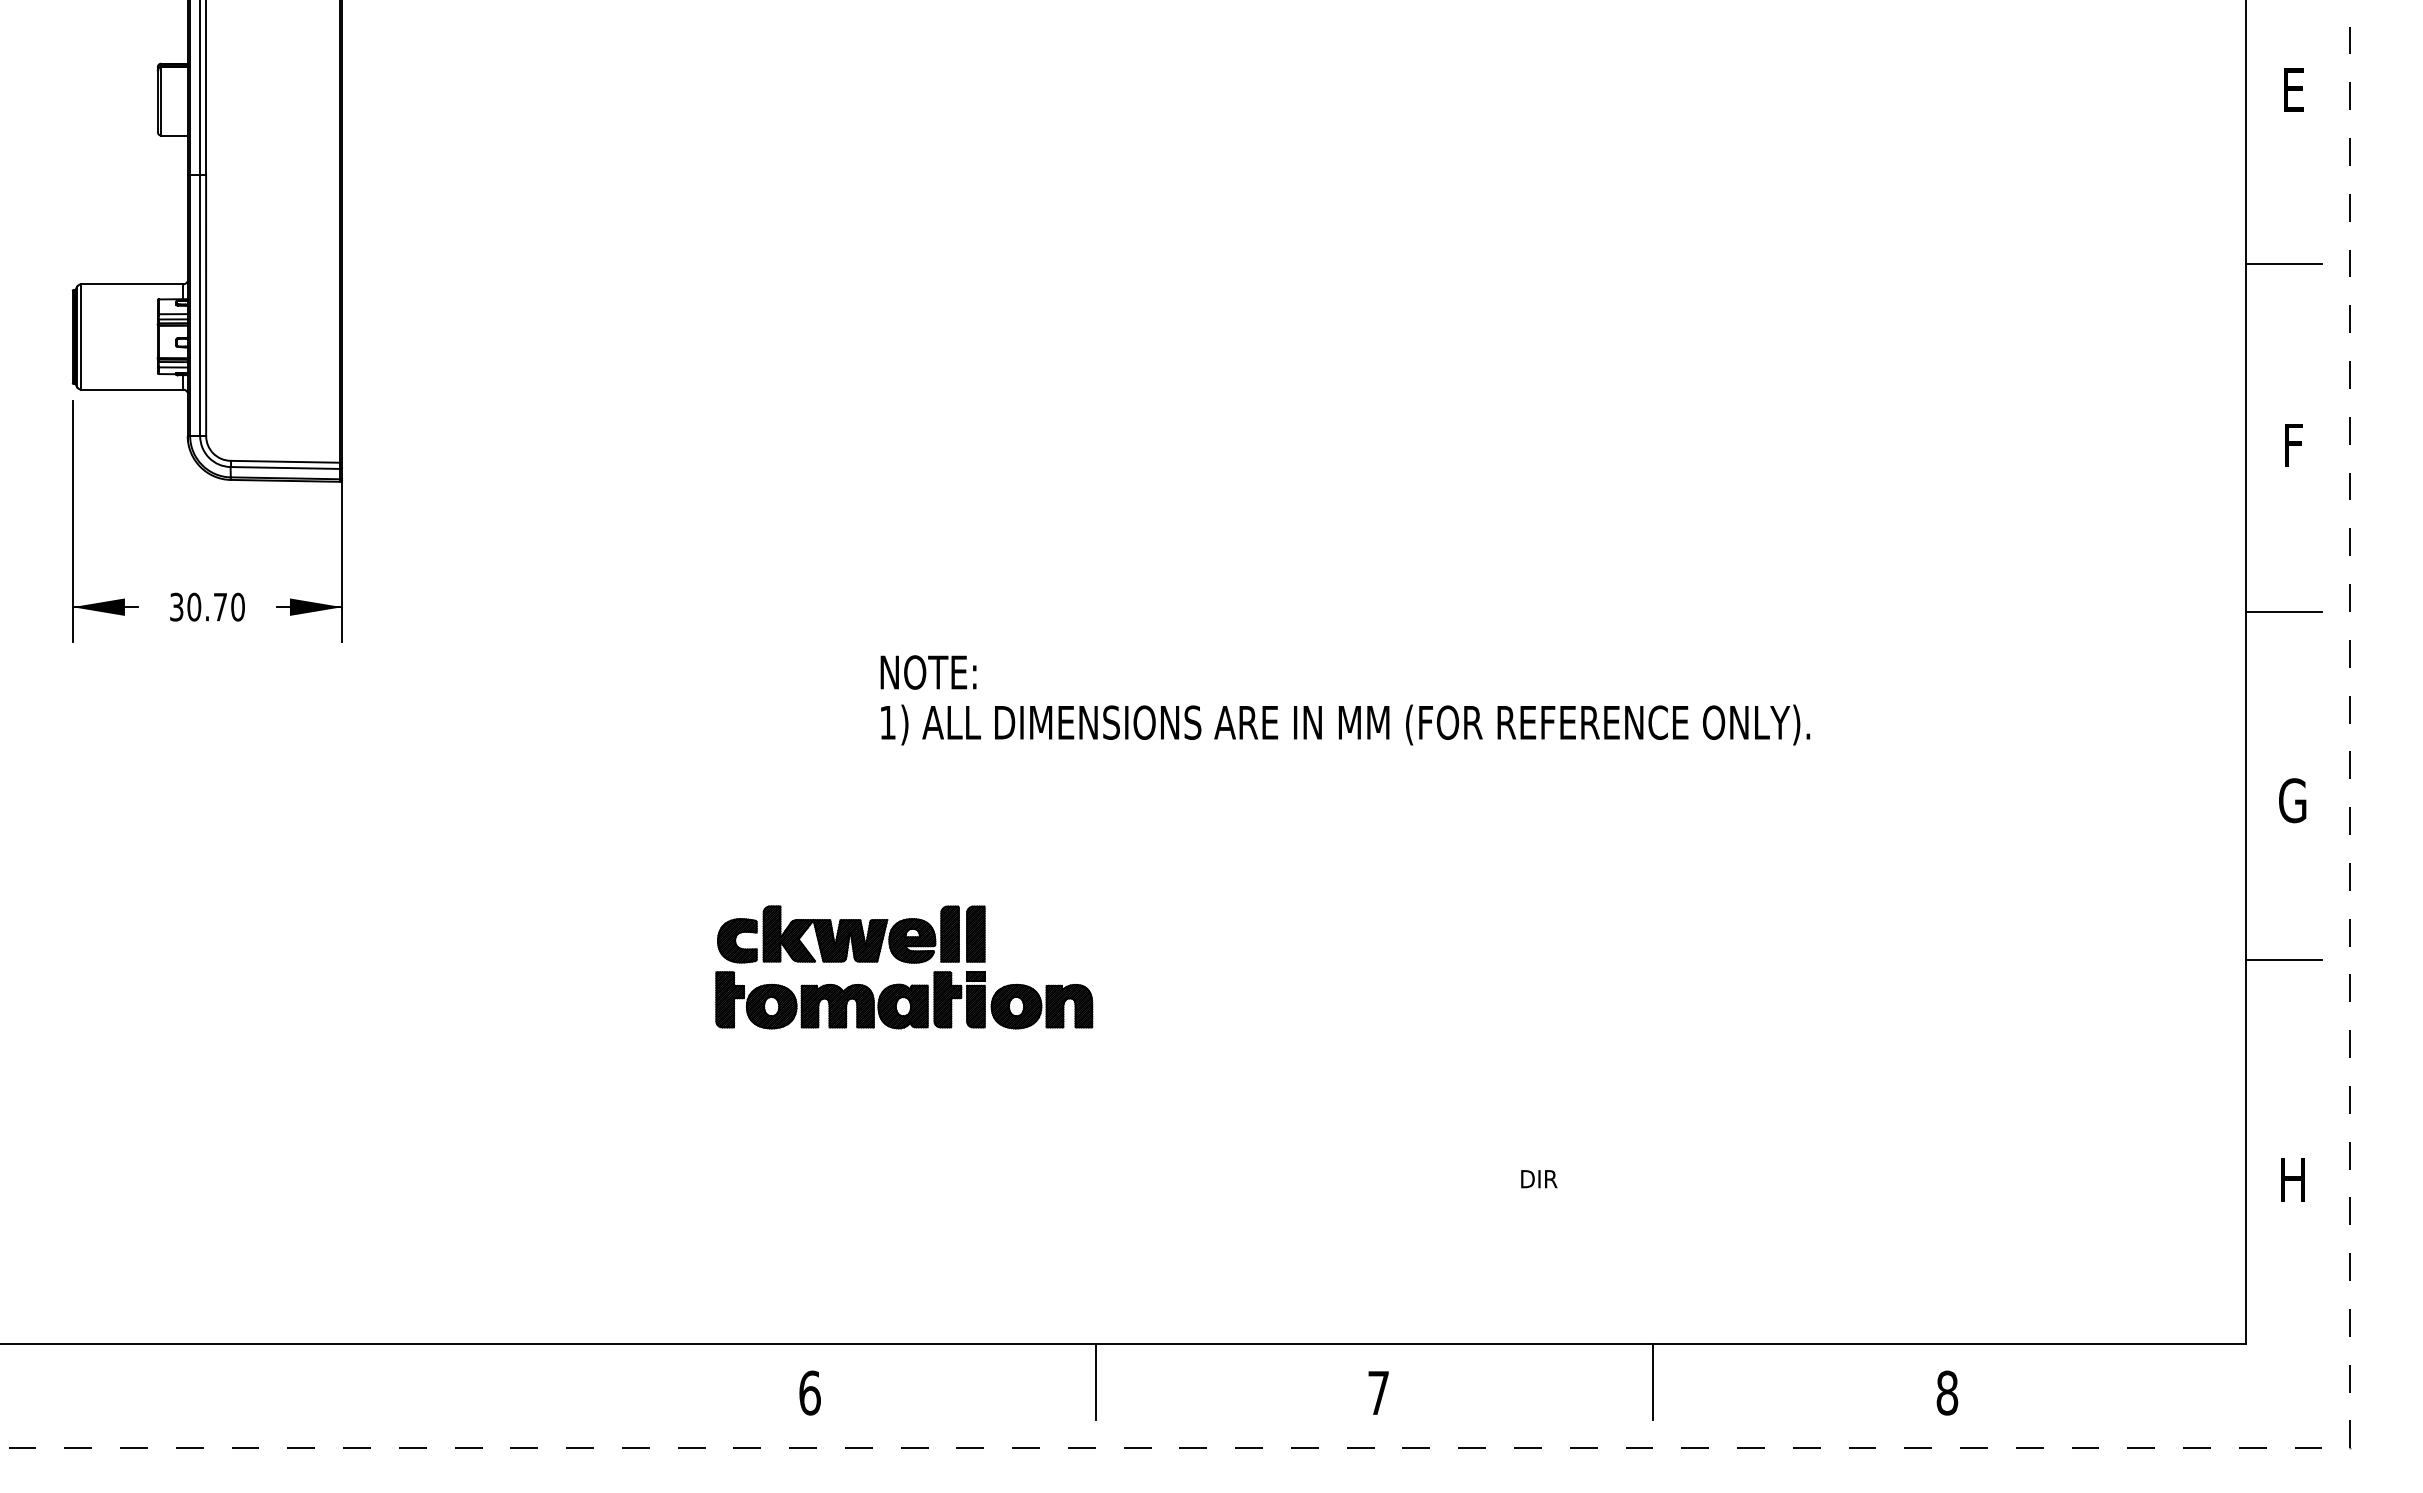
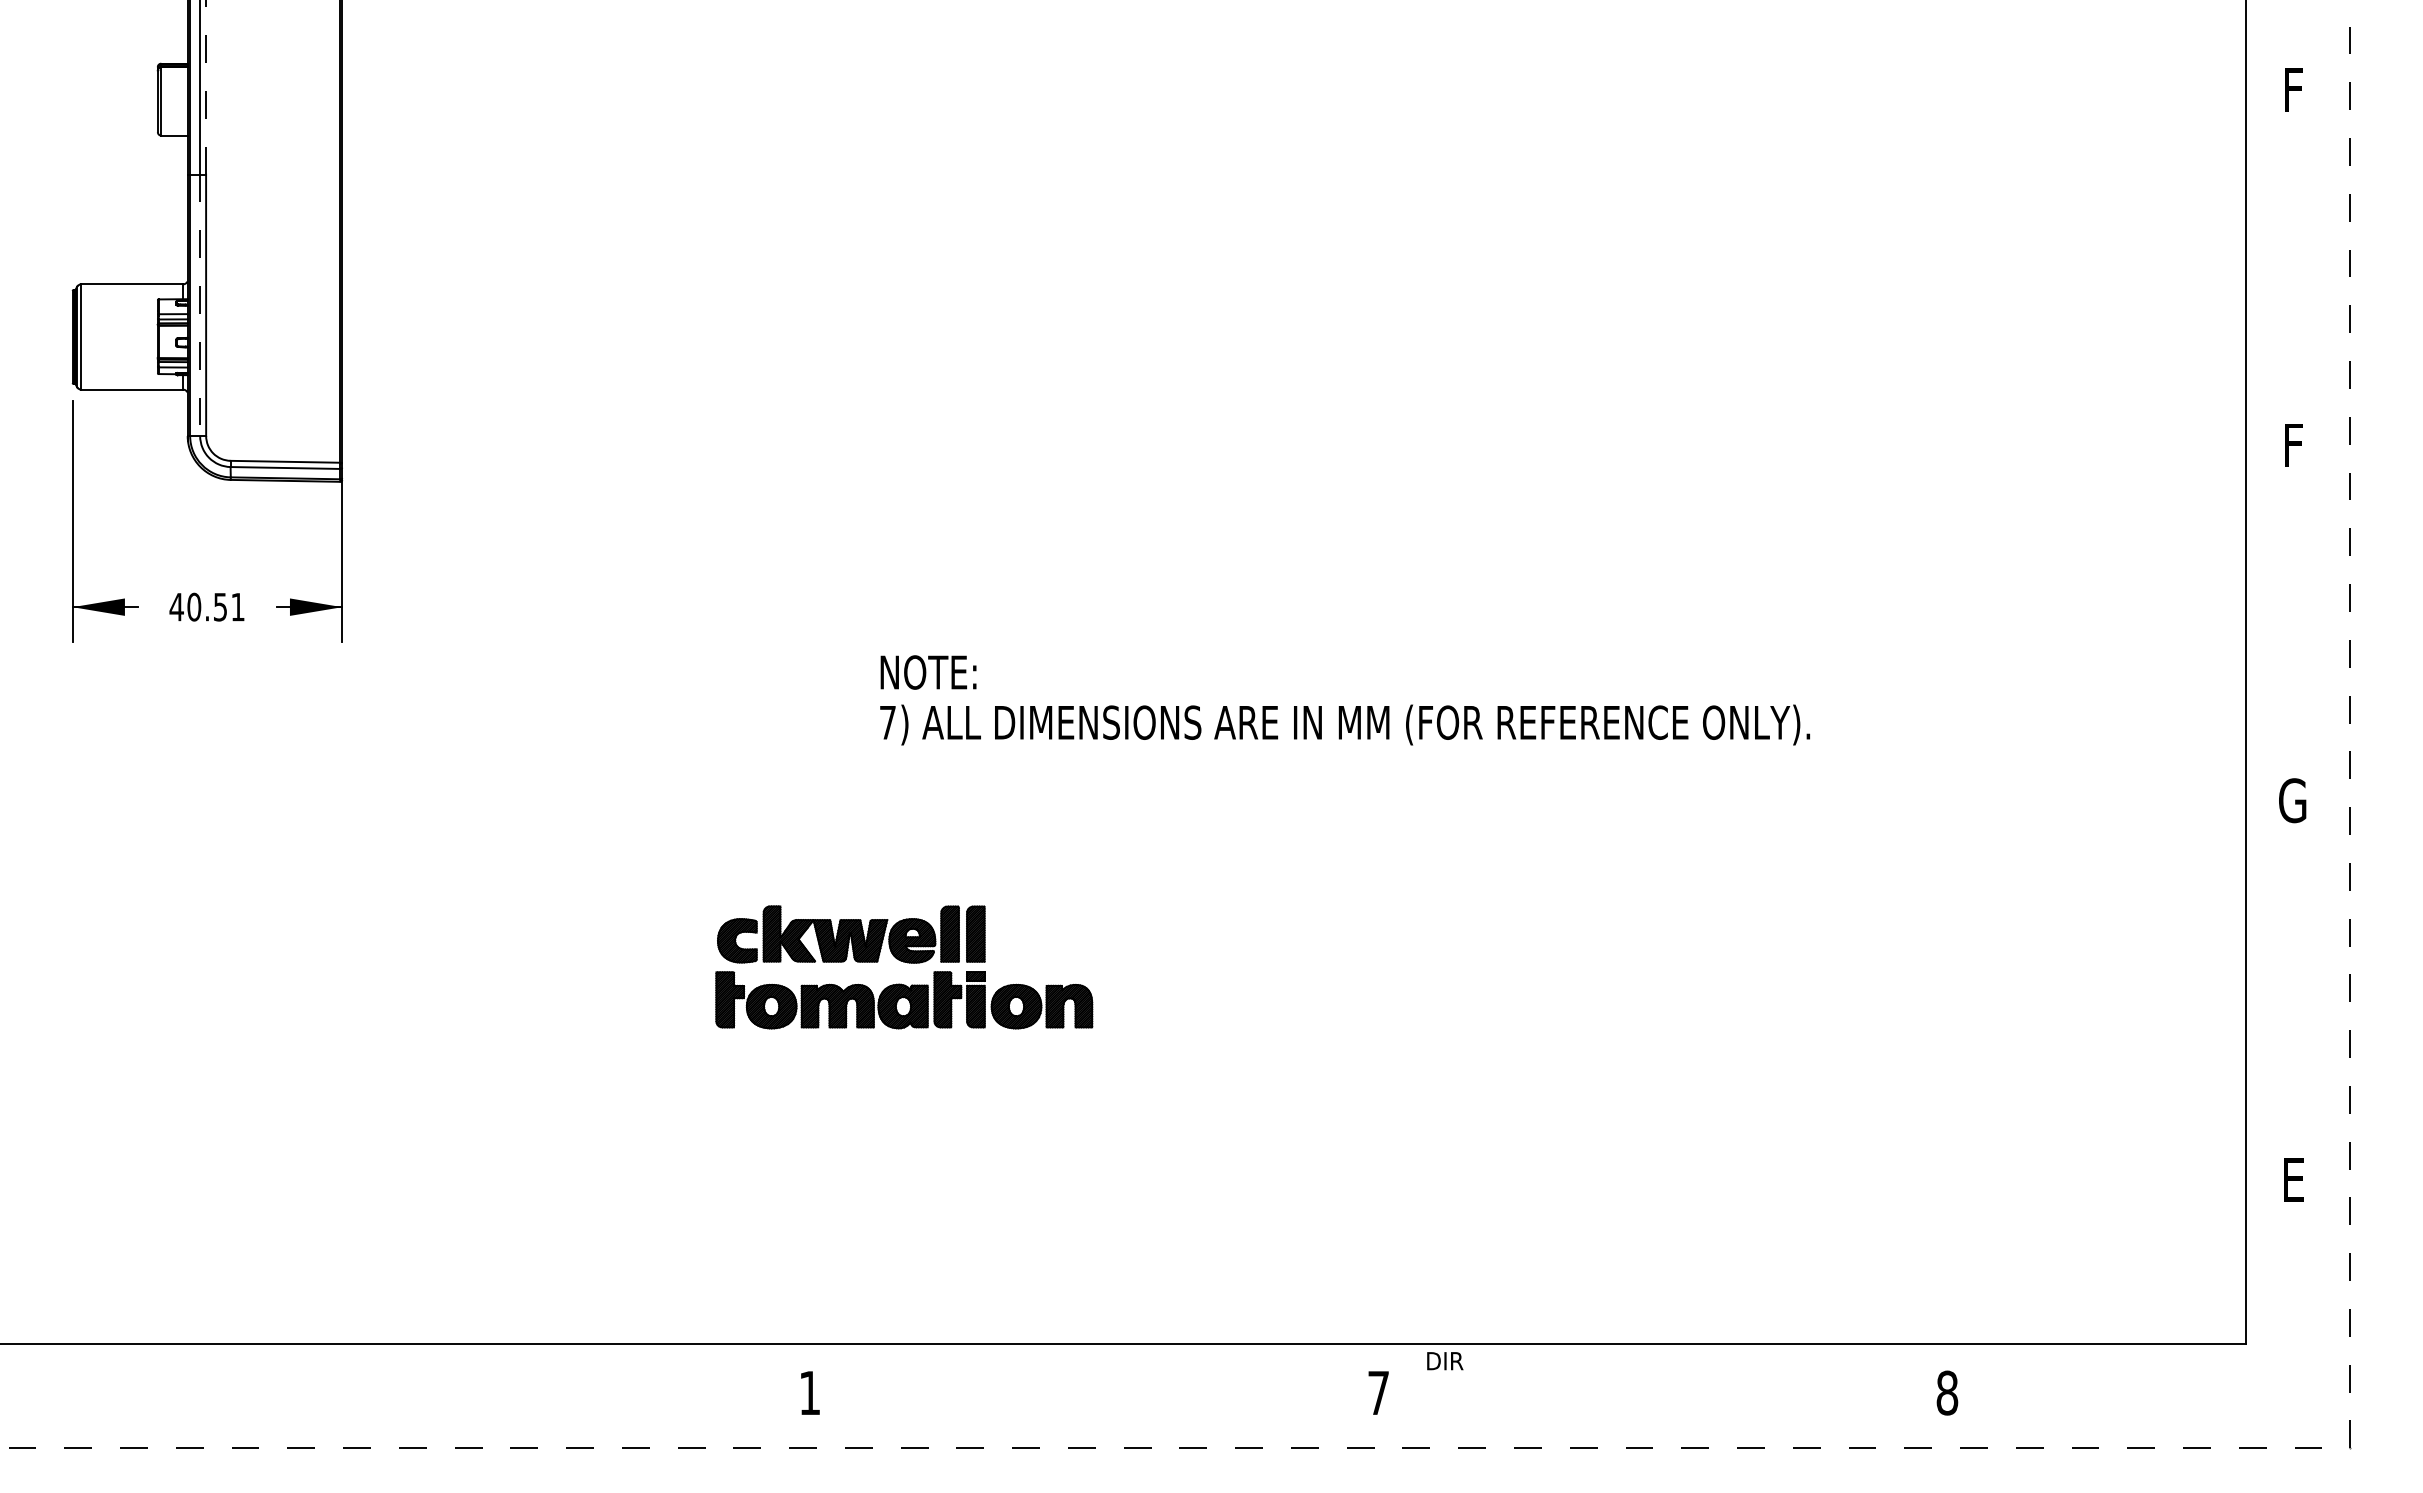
line at (206, 87): solid -> dashed
text at (2293, 89): E -> F
line at (2283, 263): present -> none
line at (200, 305): solid -> dashed
text at (206, 606): 30.70 -> 40.51
line at (2283, 612): present -> none
text at (887, 722): 1) -> 7)
line at (2283, 960): present -> none
text at (1539, 1179) position: (1539, 1179) -> (1445, 1361)
text at (2292, 1179): H -> E
line at (1095, 1381): present -> none
line at (1653, 1381): present -> none
text at (809, 1392): 6 -> 1
